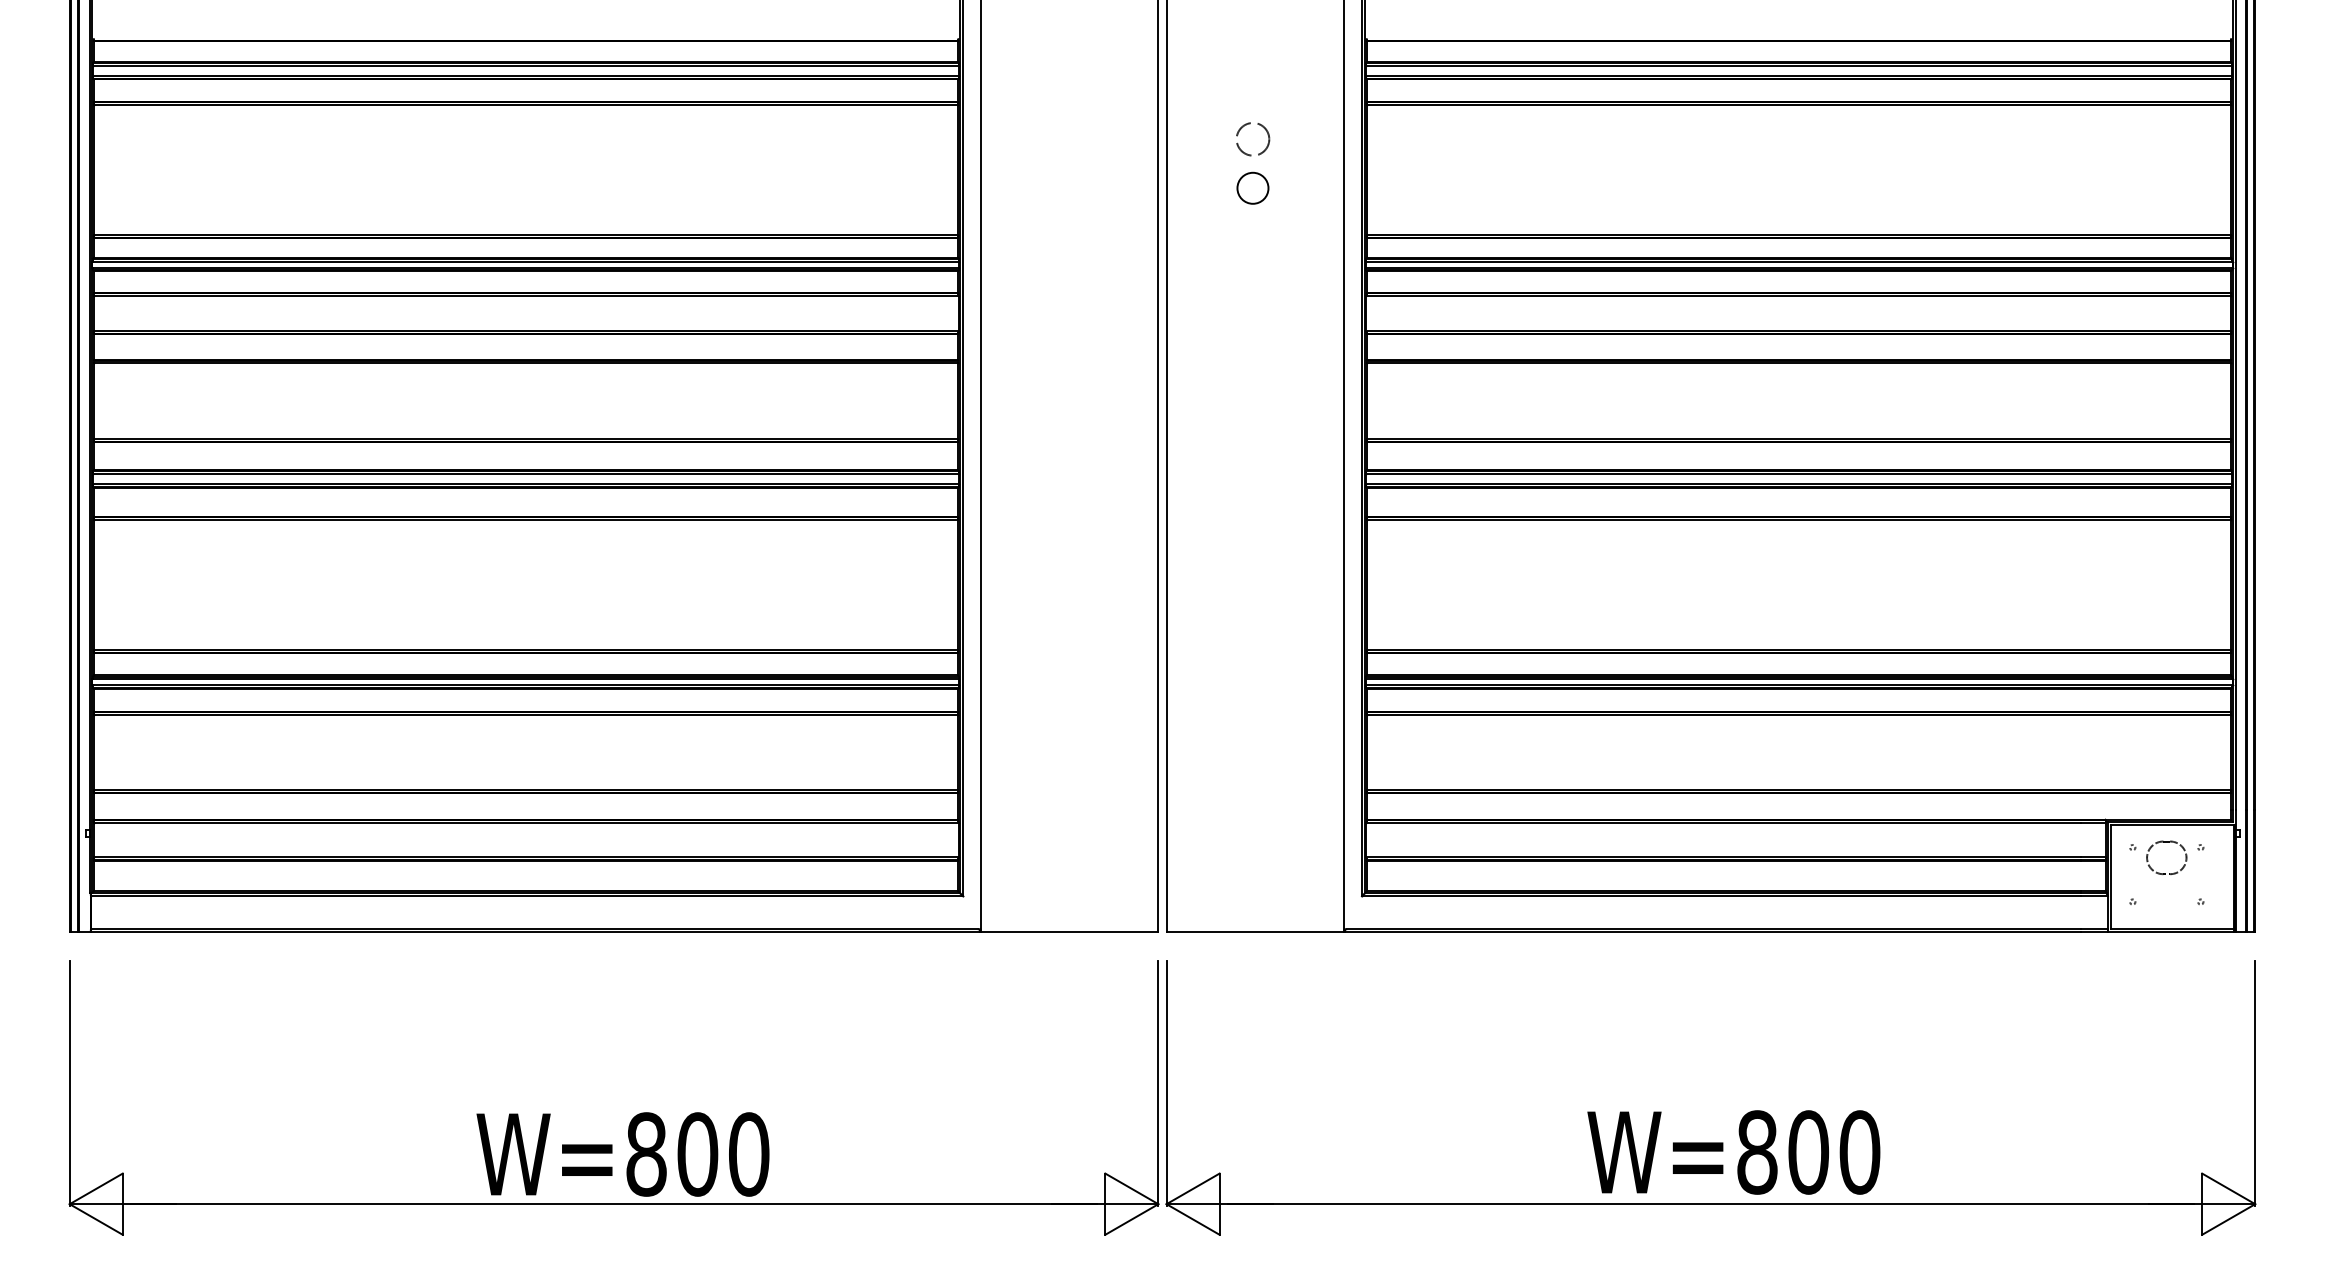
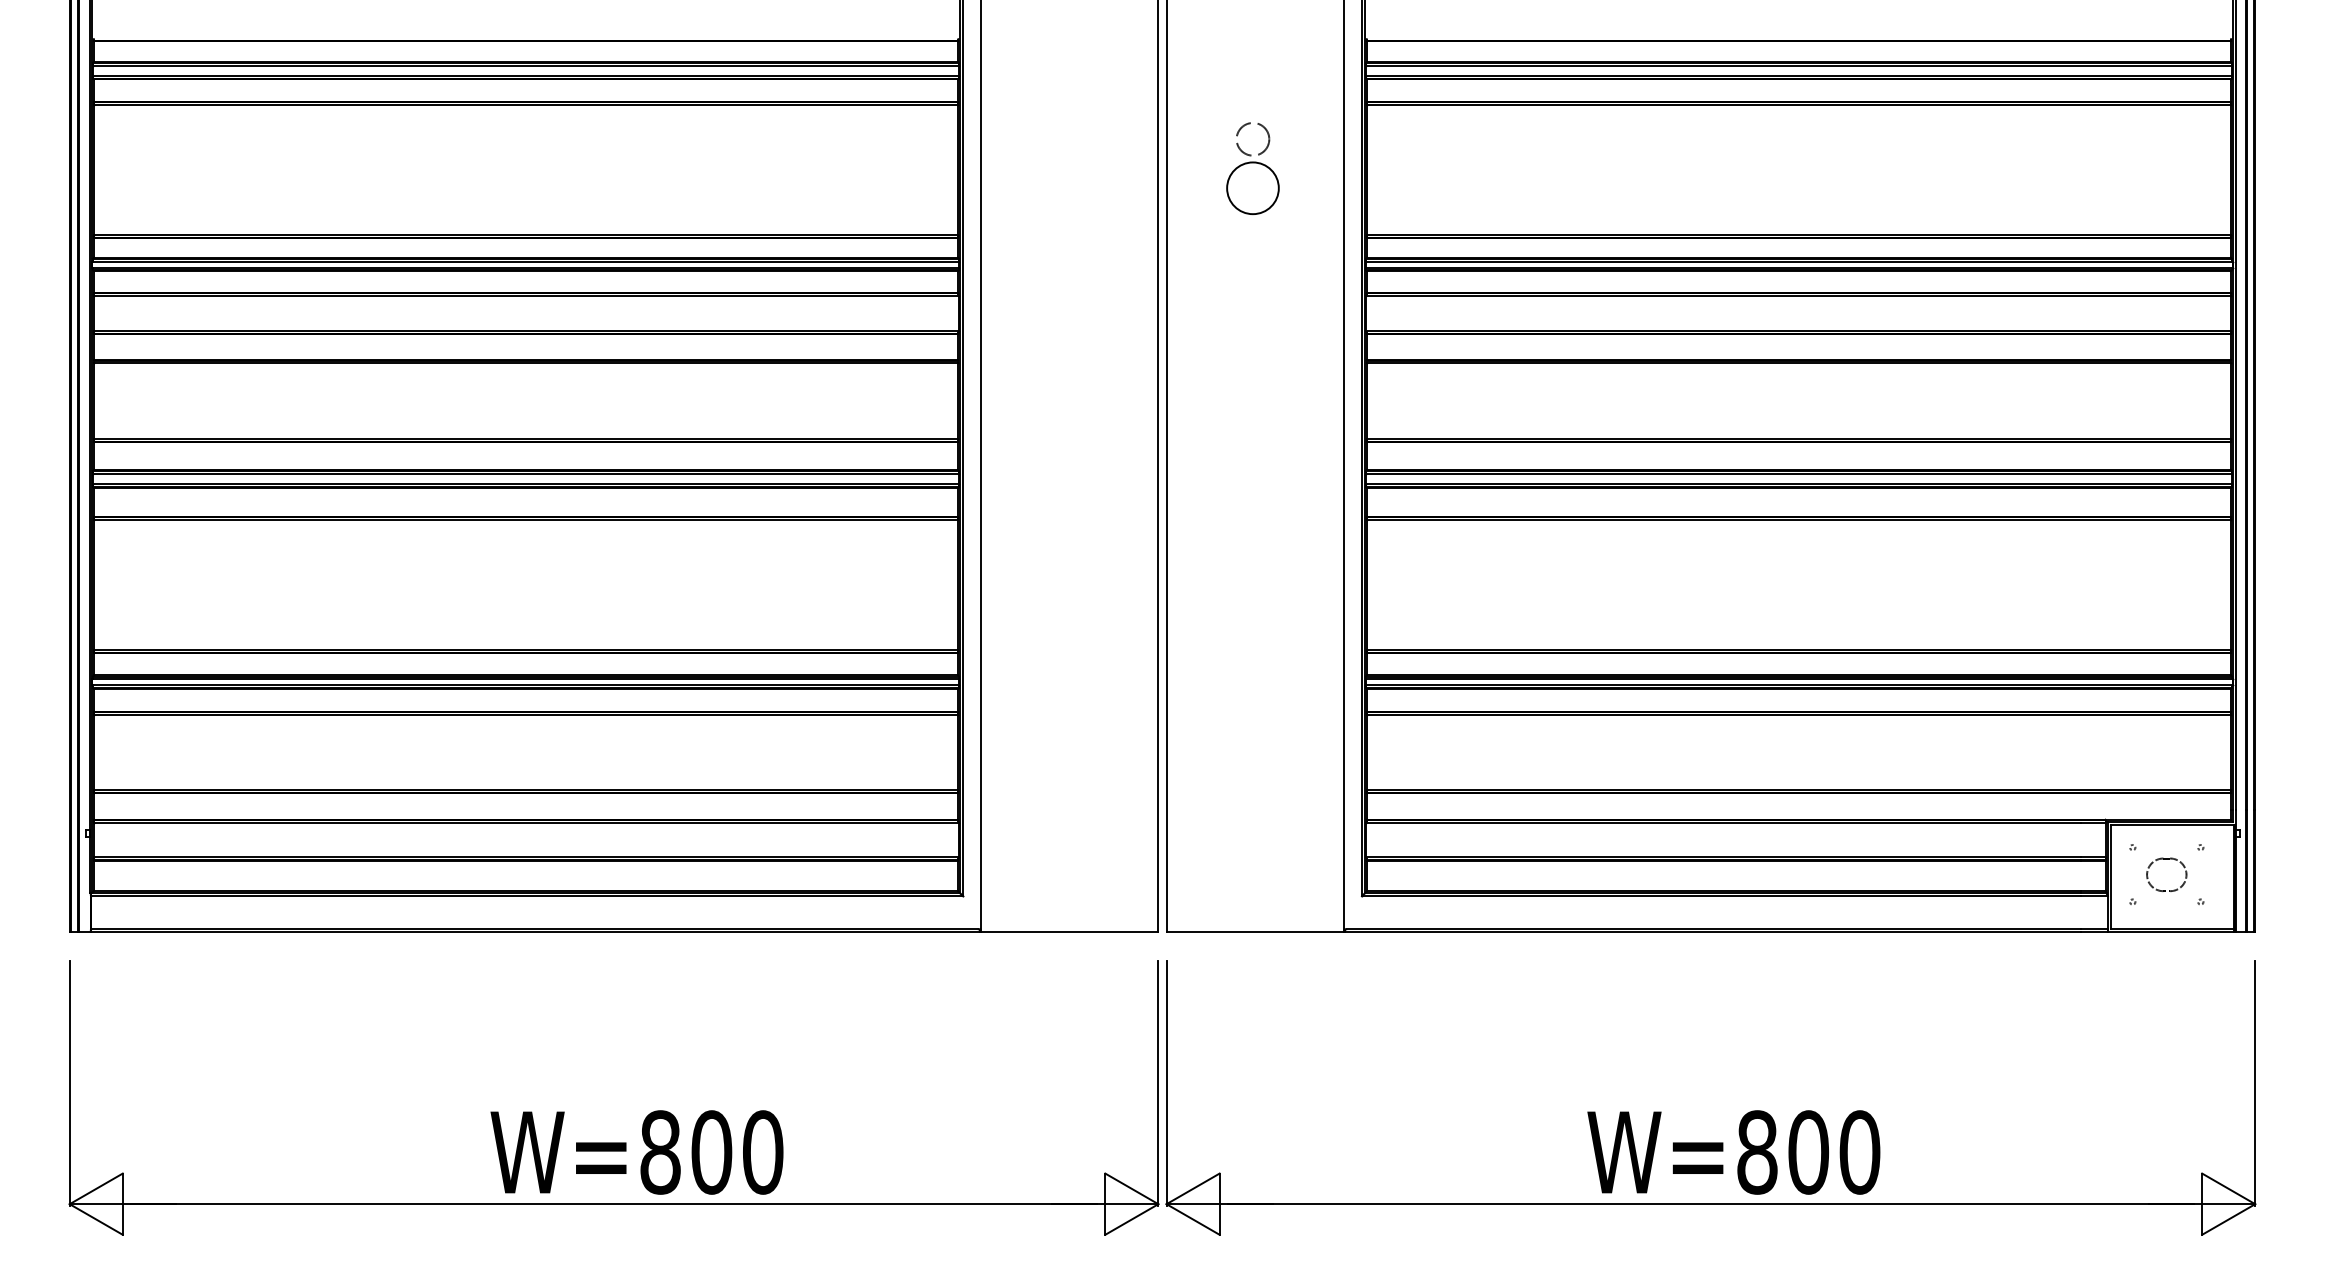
circle at (1252, 187) diameter: 31 px -> 52 px
part at (2166, 842) position: (2166, 842) -> (2166, 859)
text at (622, 1154) position: (622, 1154) -> (636, 1152)
